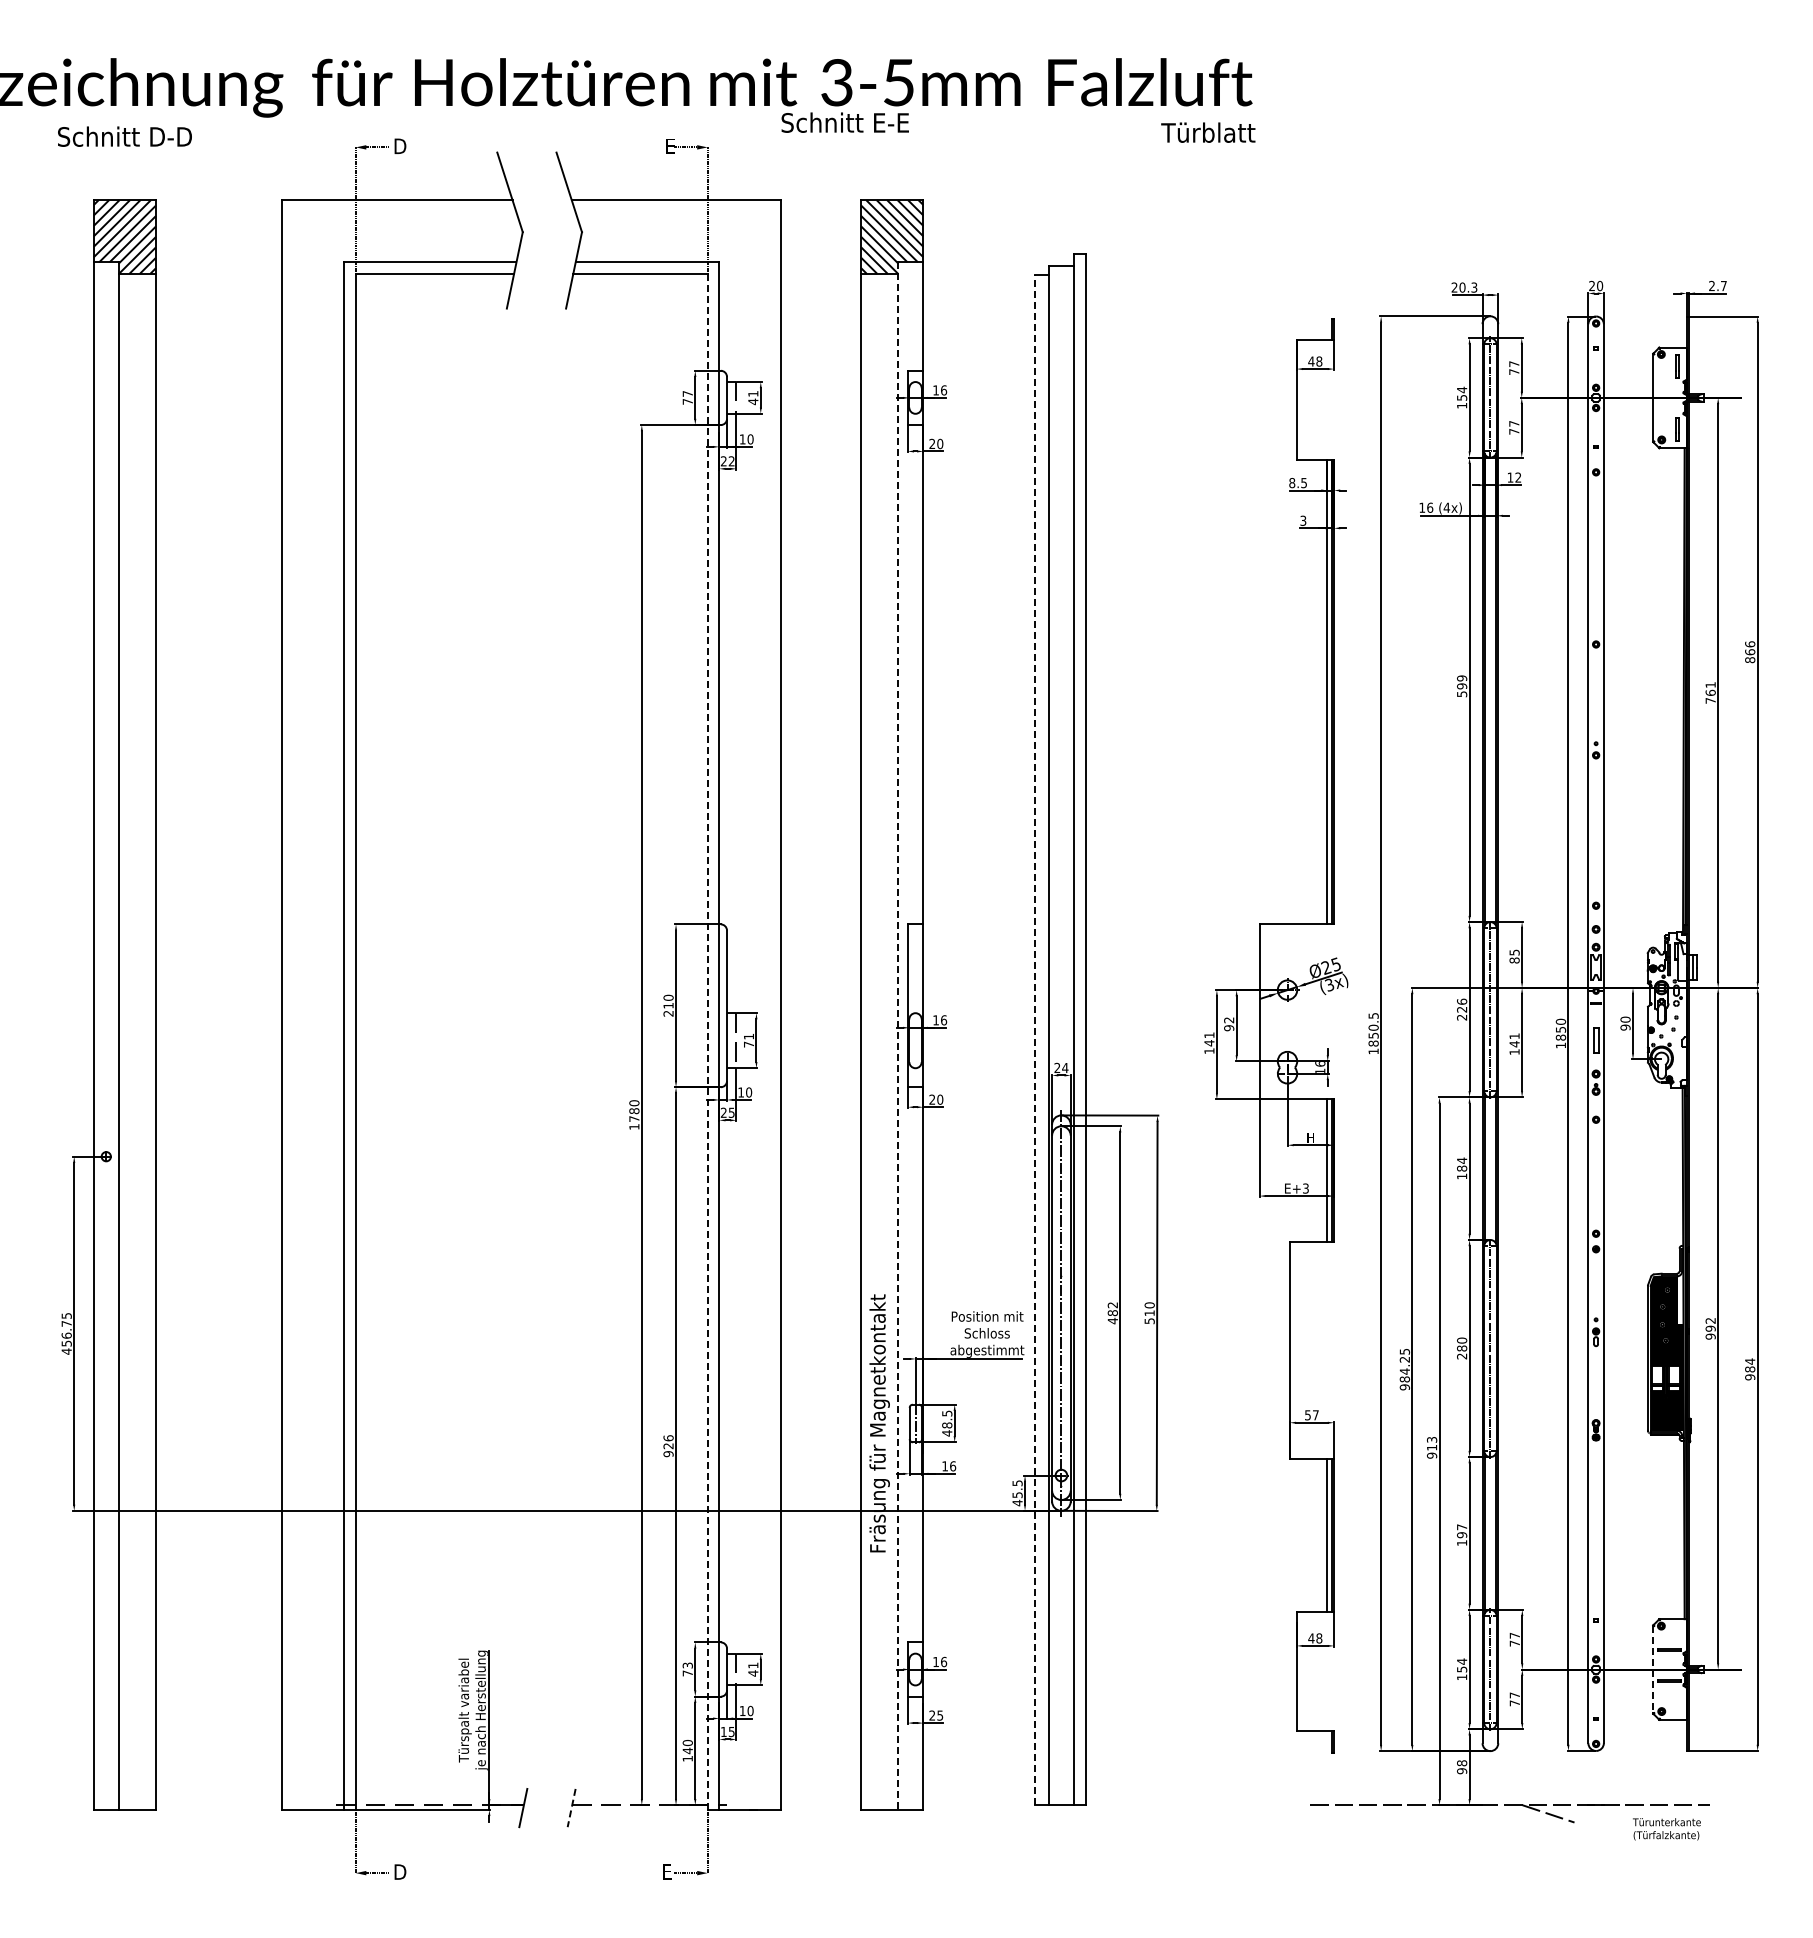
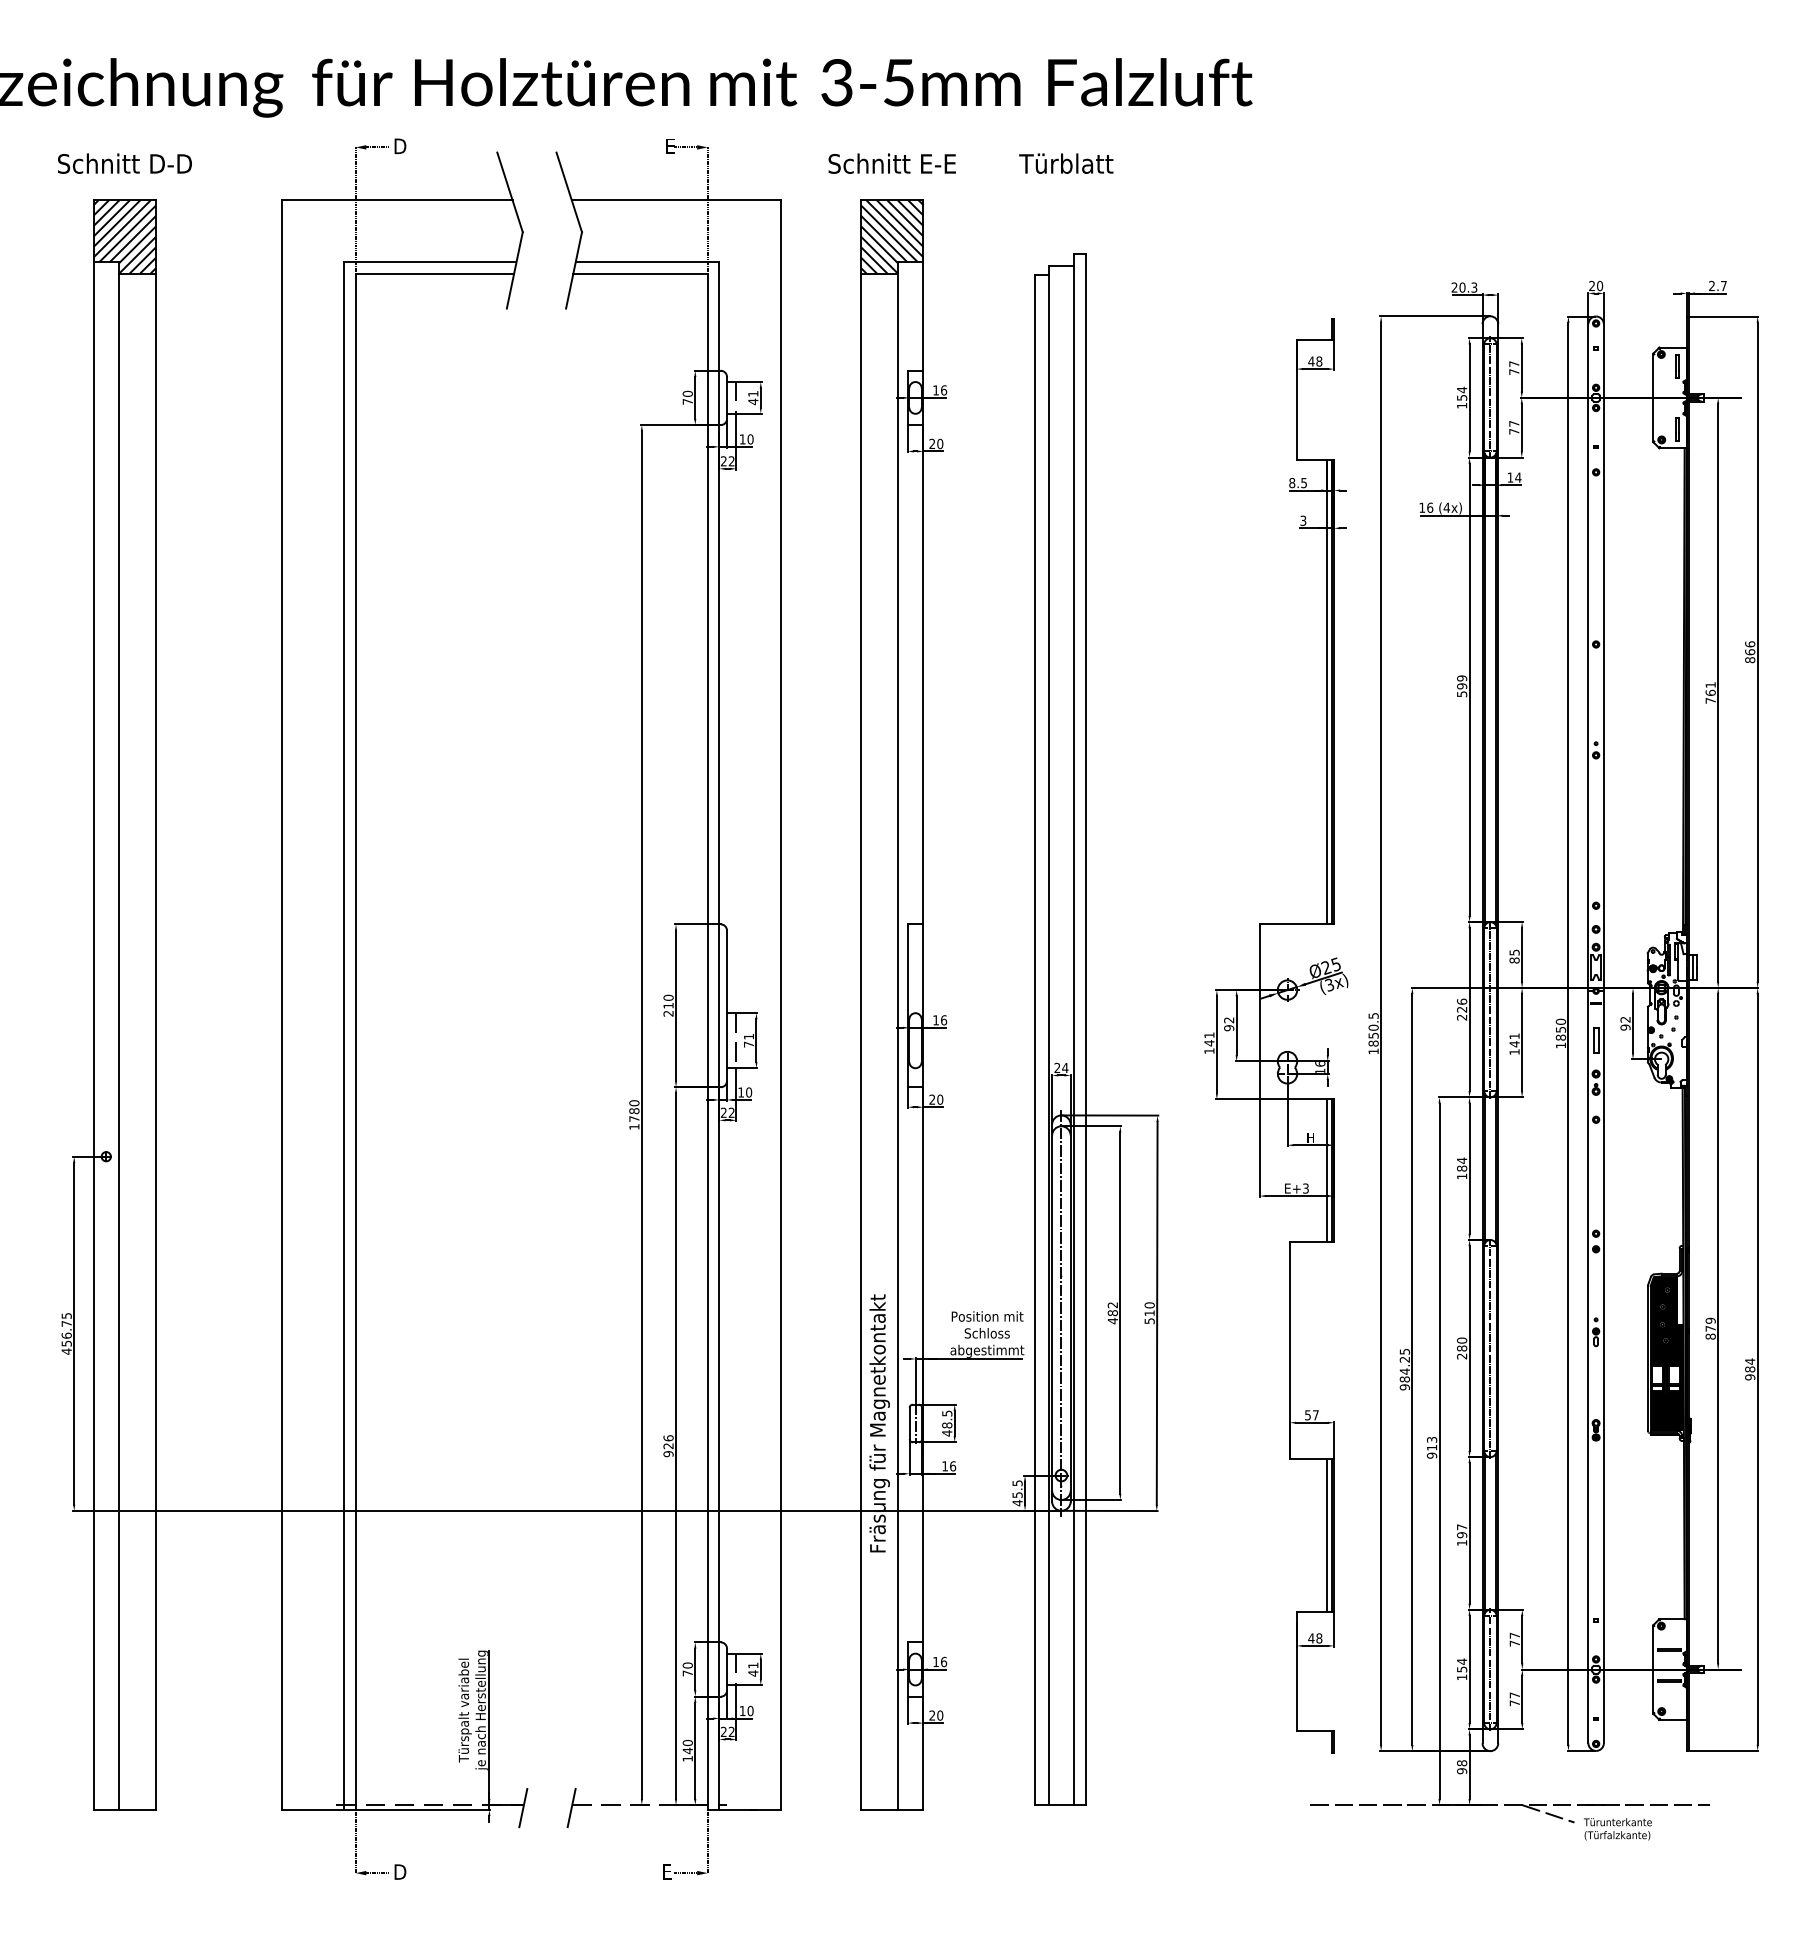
text at (844, 122) position: (844, 122) -> (891, 163)
text at (1208, 132) position: (1208, 132) -> (1066, 163)
text at (124, 136) position: (124, 136) -> (124, 163)
text at (687, 393): 77 -> 70
text at (1518, 477): 12 -> 14
text at (1625, 1019): 90 -> 92
line at (898, 1036): dashed -> solid
line at (1035, 1040): dashed -> solid
line at (707, 1042): dashed -> solid
text at (731, 1112): 25 -> 22
text at (1710, 1328): 992 -> 879
text at (687, 1665): 73 -> 70
line at (1653, 1669): dashed -> solid
text at (940, 1715): 25 -> 20
text at (727, 1731): 15 -> 22
line at (571, 1808): dashed -> solid
text at (1666, 1829) position: (1666, 1829) -> (1617, 1829)
